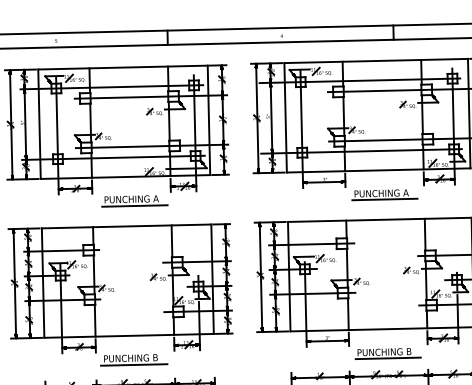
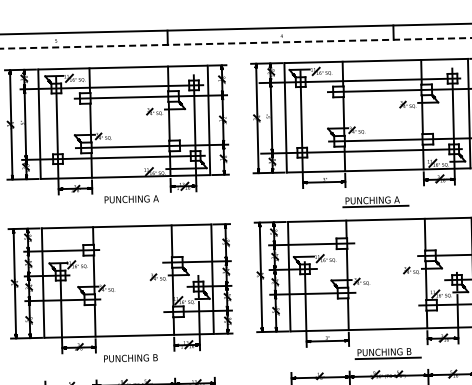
line at (235, 43): solid -> dashed
part at (384, 195) position: (384, 195) -> (375, 202)
line at (134, 205): present -> none
line at (134, 364): present -> none
